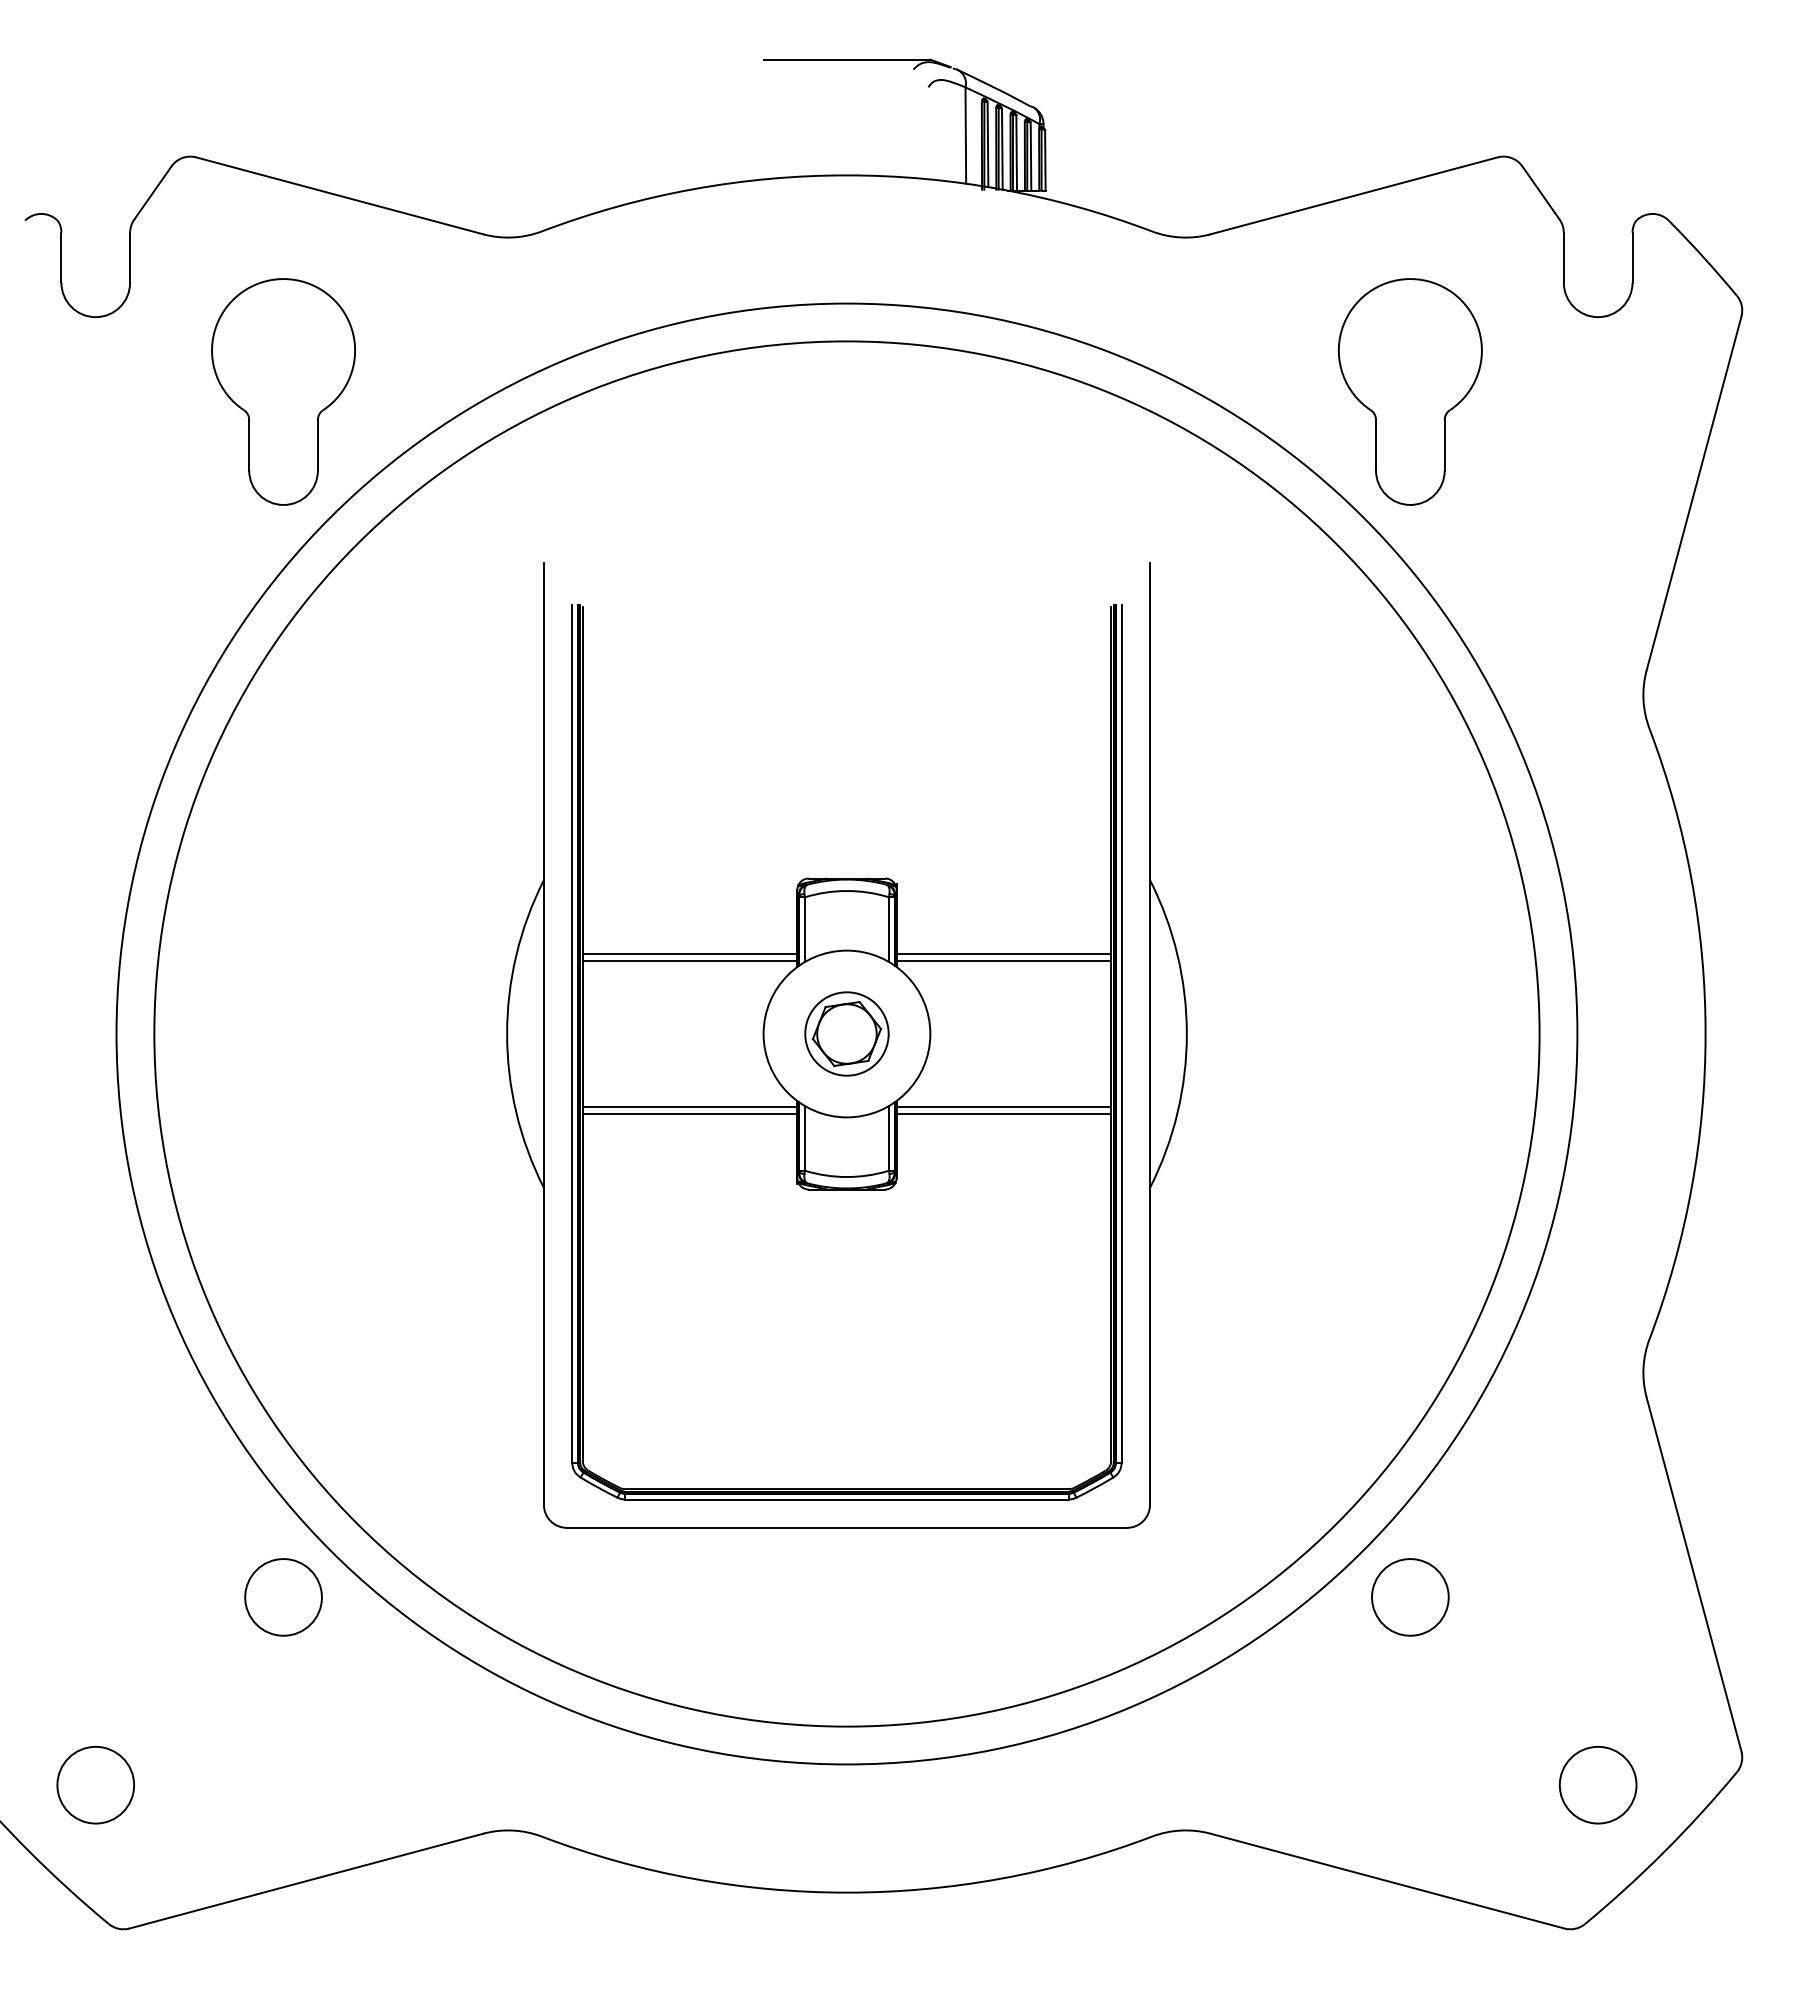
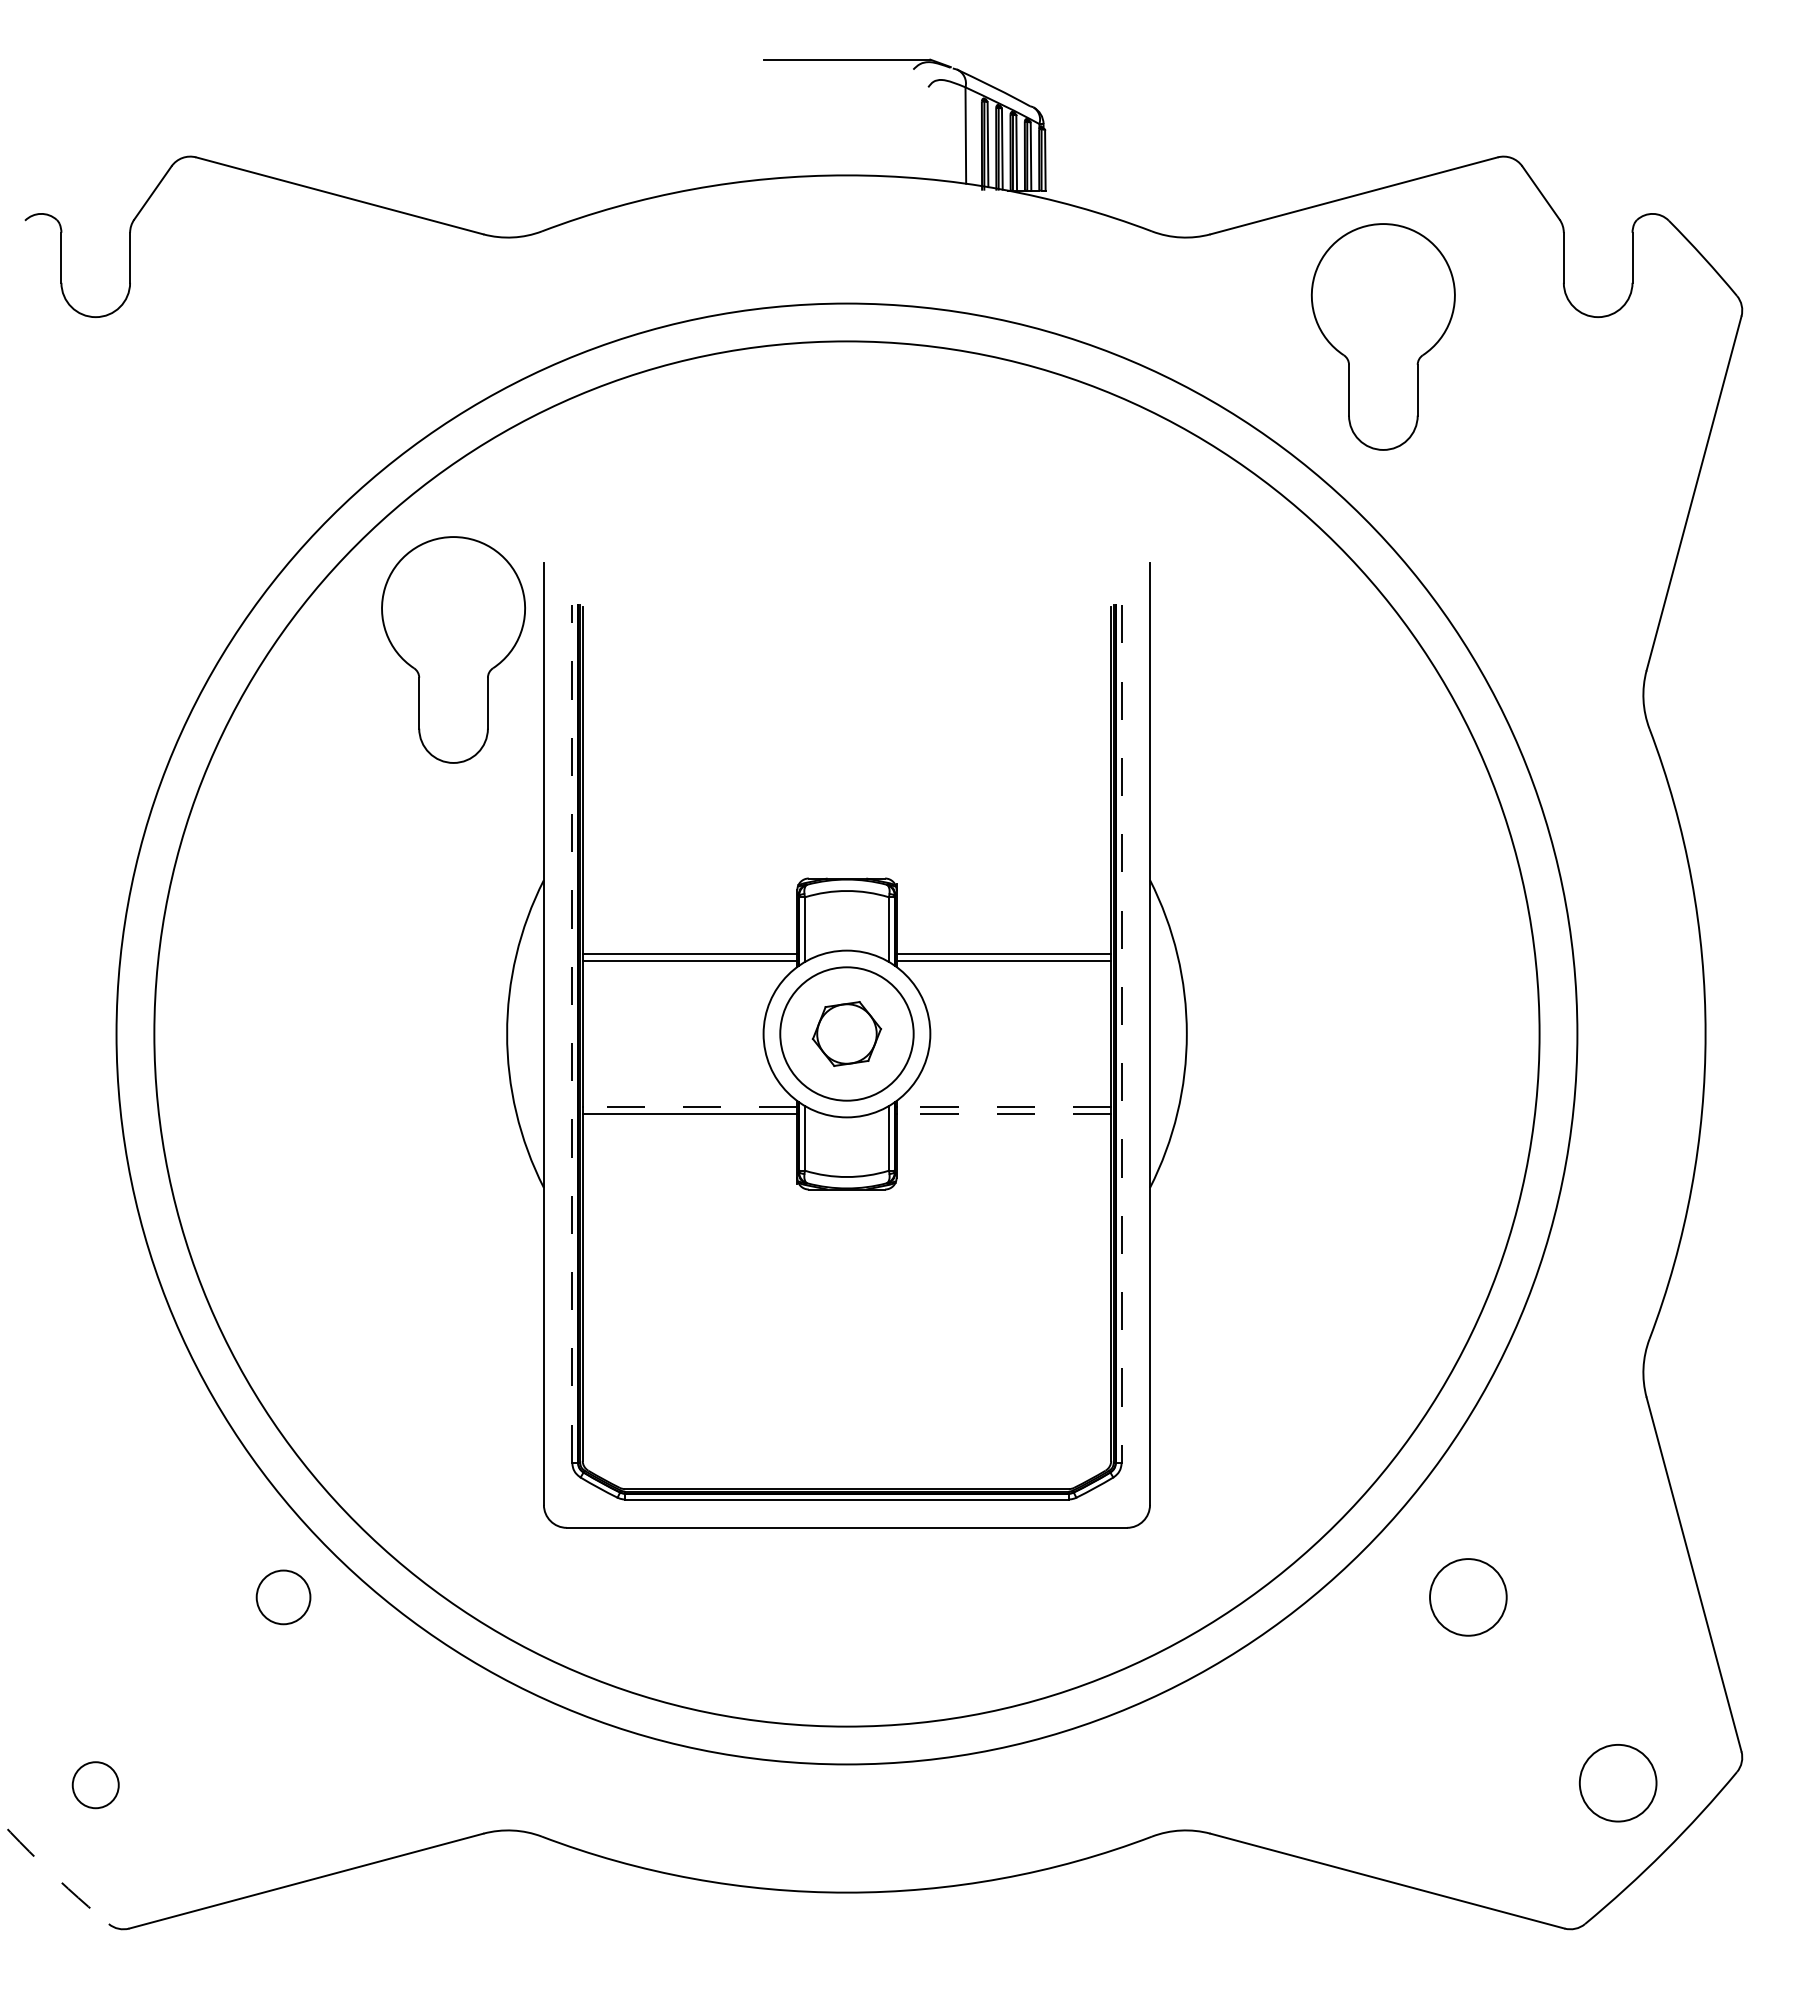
part at (283, 391) position: (283, 391) -> (453, 649)
part at (1409, 391) position: (1409, 391) -> (1382, 336)
circle at (846, 1033) diameter: 83 px -> 133 px
line at (572, 1034): solid -> dashed
line at (1121, 1034): solid -> dashed
line at (689, 1106): solid -> dashed
line at (1003, 1106): solid -> dashed
line at (1003, 1114): solid -> dashed
circle at (283, 1597) diameter: 77 px -> 54 px
circle at (1410, 1597) position: (1410, 1597) -> (1468, 1597)
circle at (95, 1784) diameter: 77 px -> 46 px
circle at (1597, 1785) position: (1597, 1785) -> (1617, 1783)
arc at (52, 1874): solid -> dashed
